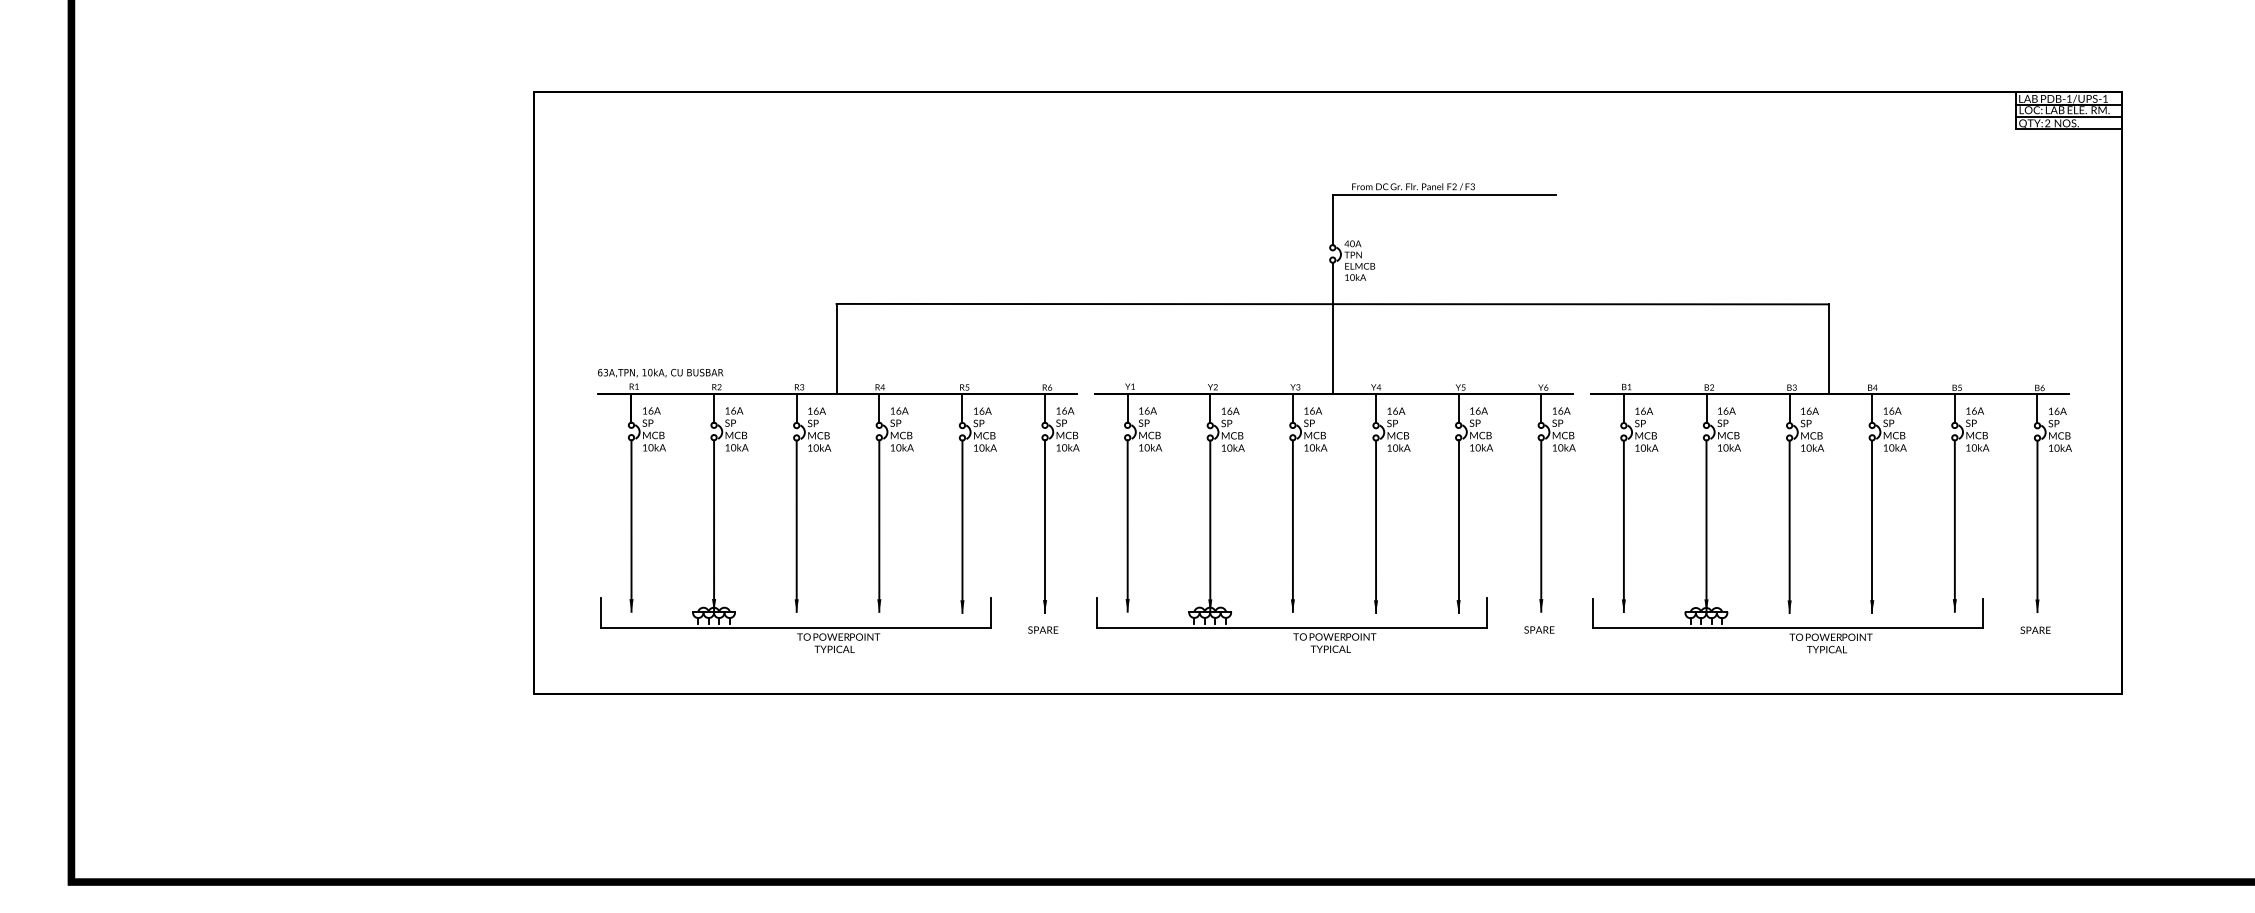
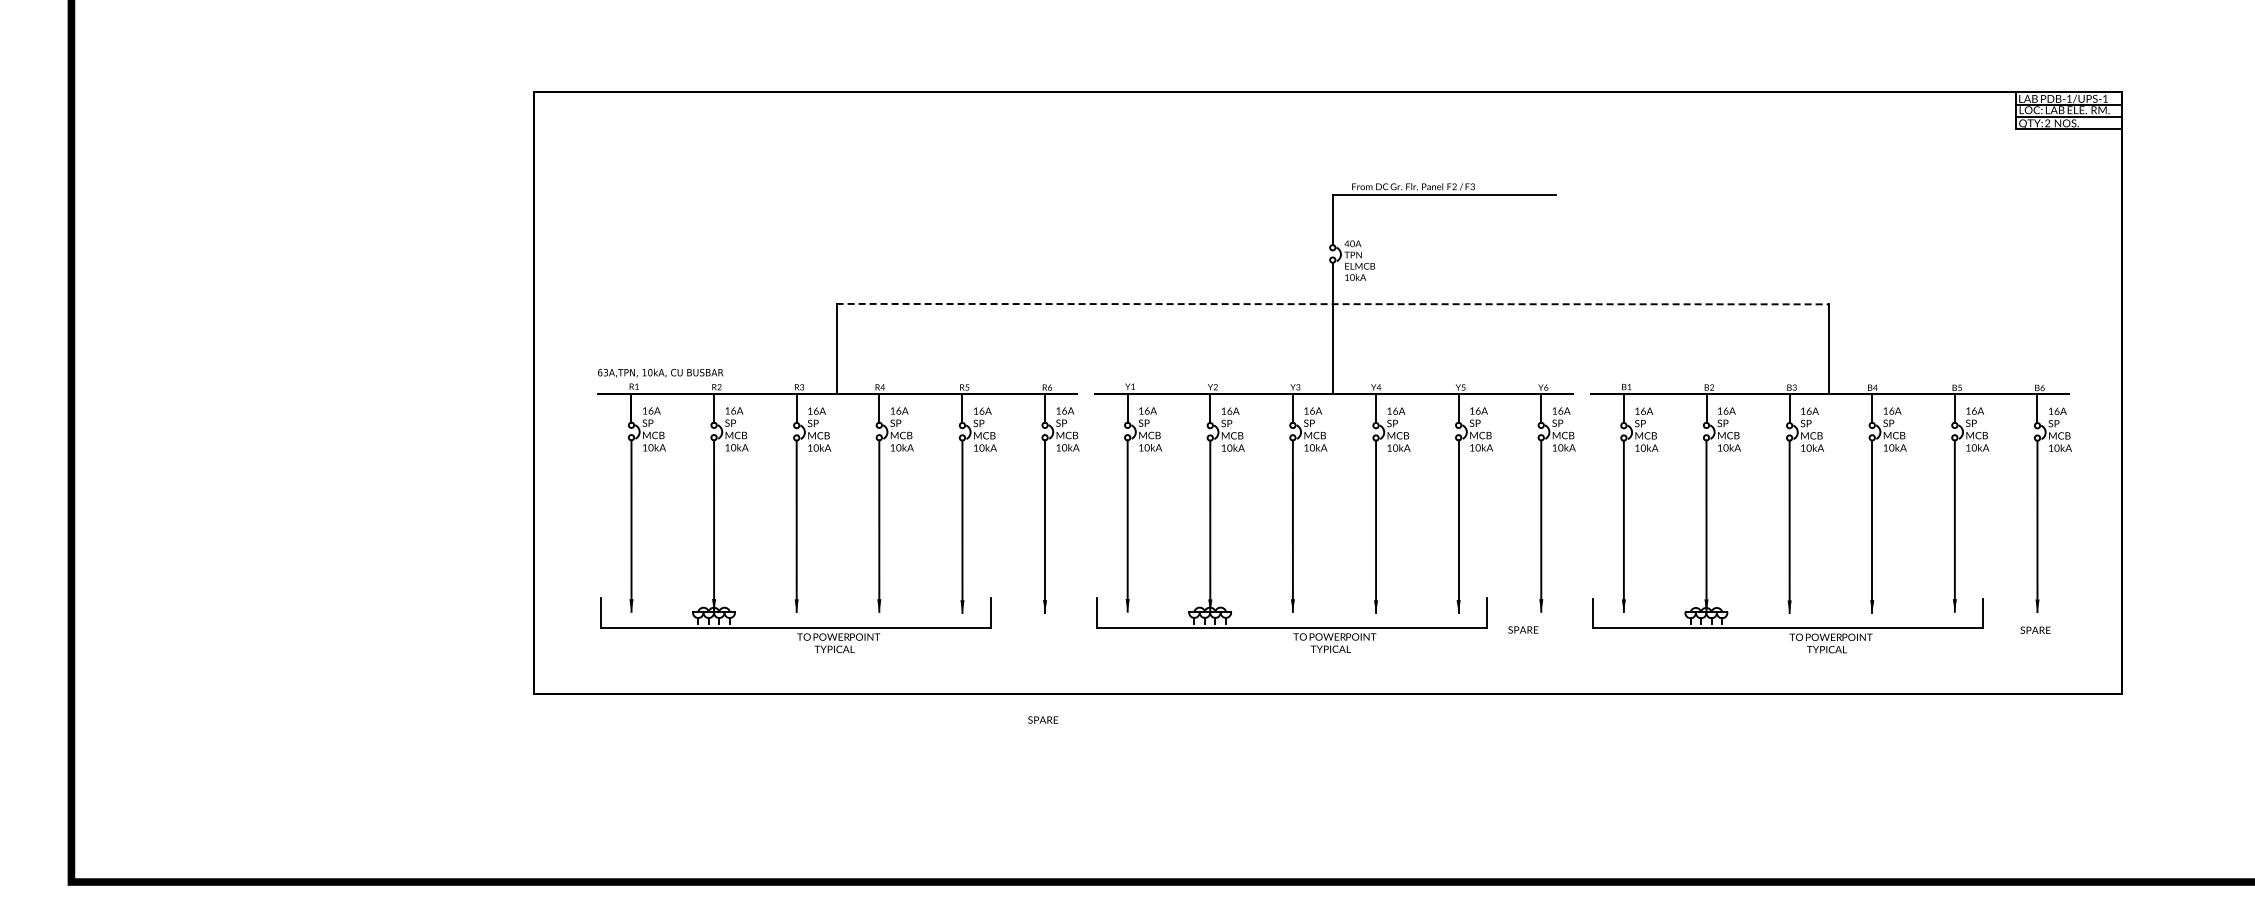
line at (1333, 304): solid -> dashed
text at (1043, 629) position: (1043, 629) -> (1043, 719)
text at (1539, 629) position: (1539, 629) -> (1523, 629)
